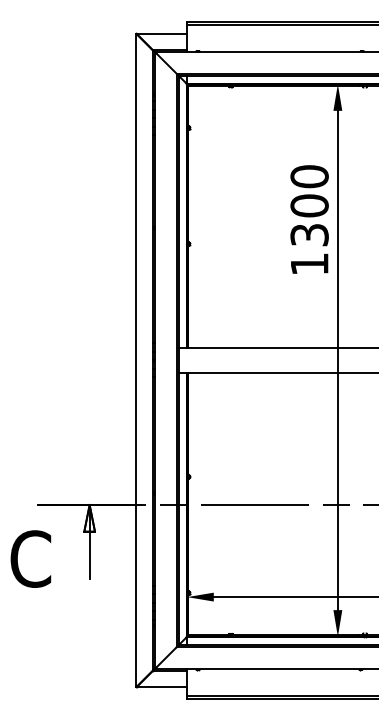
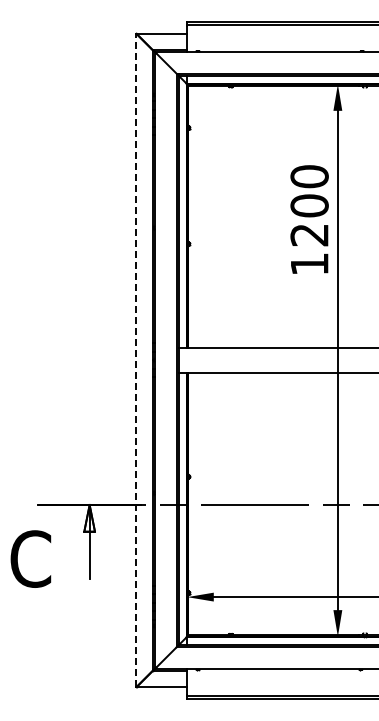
text at (309, 235): 1300 -> 1200
line at (135, 360): solid -> dashed
